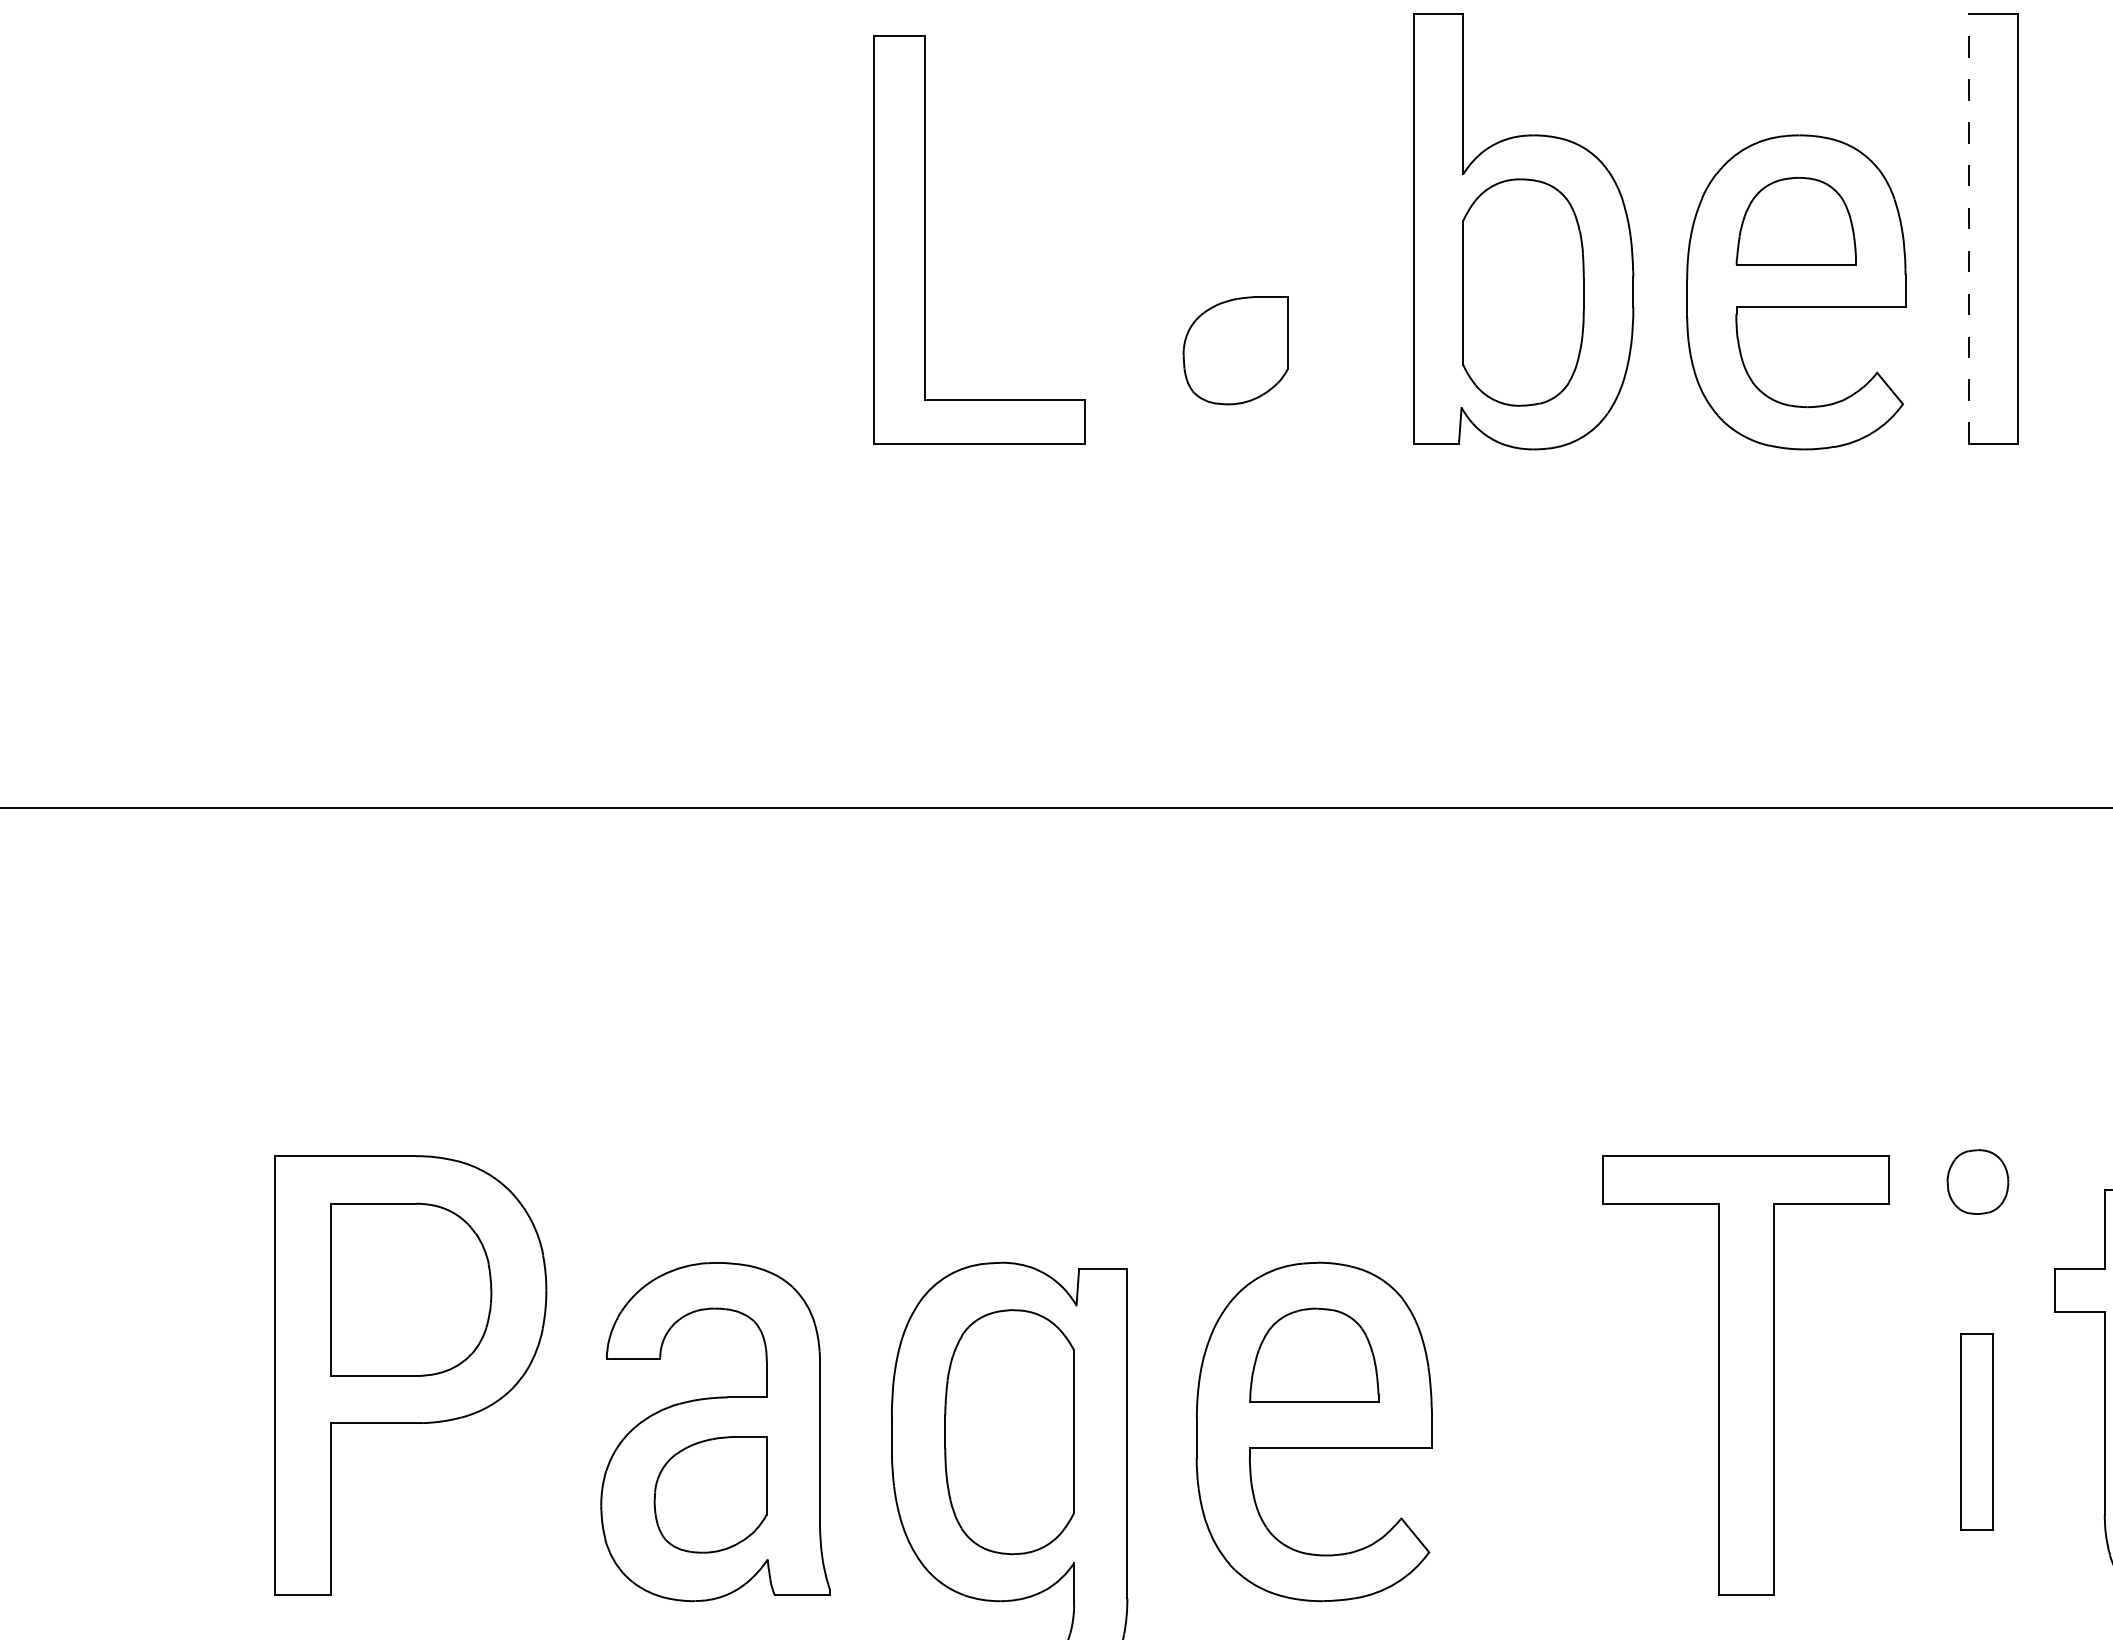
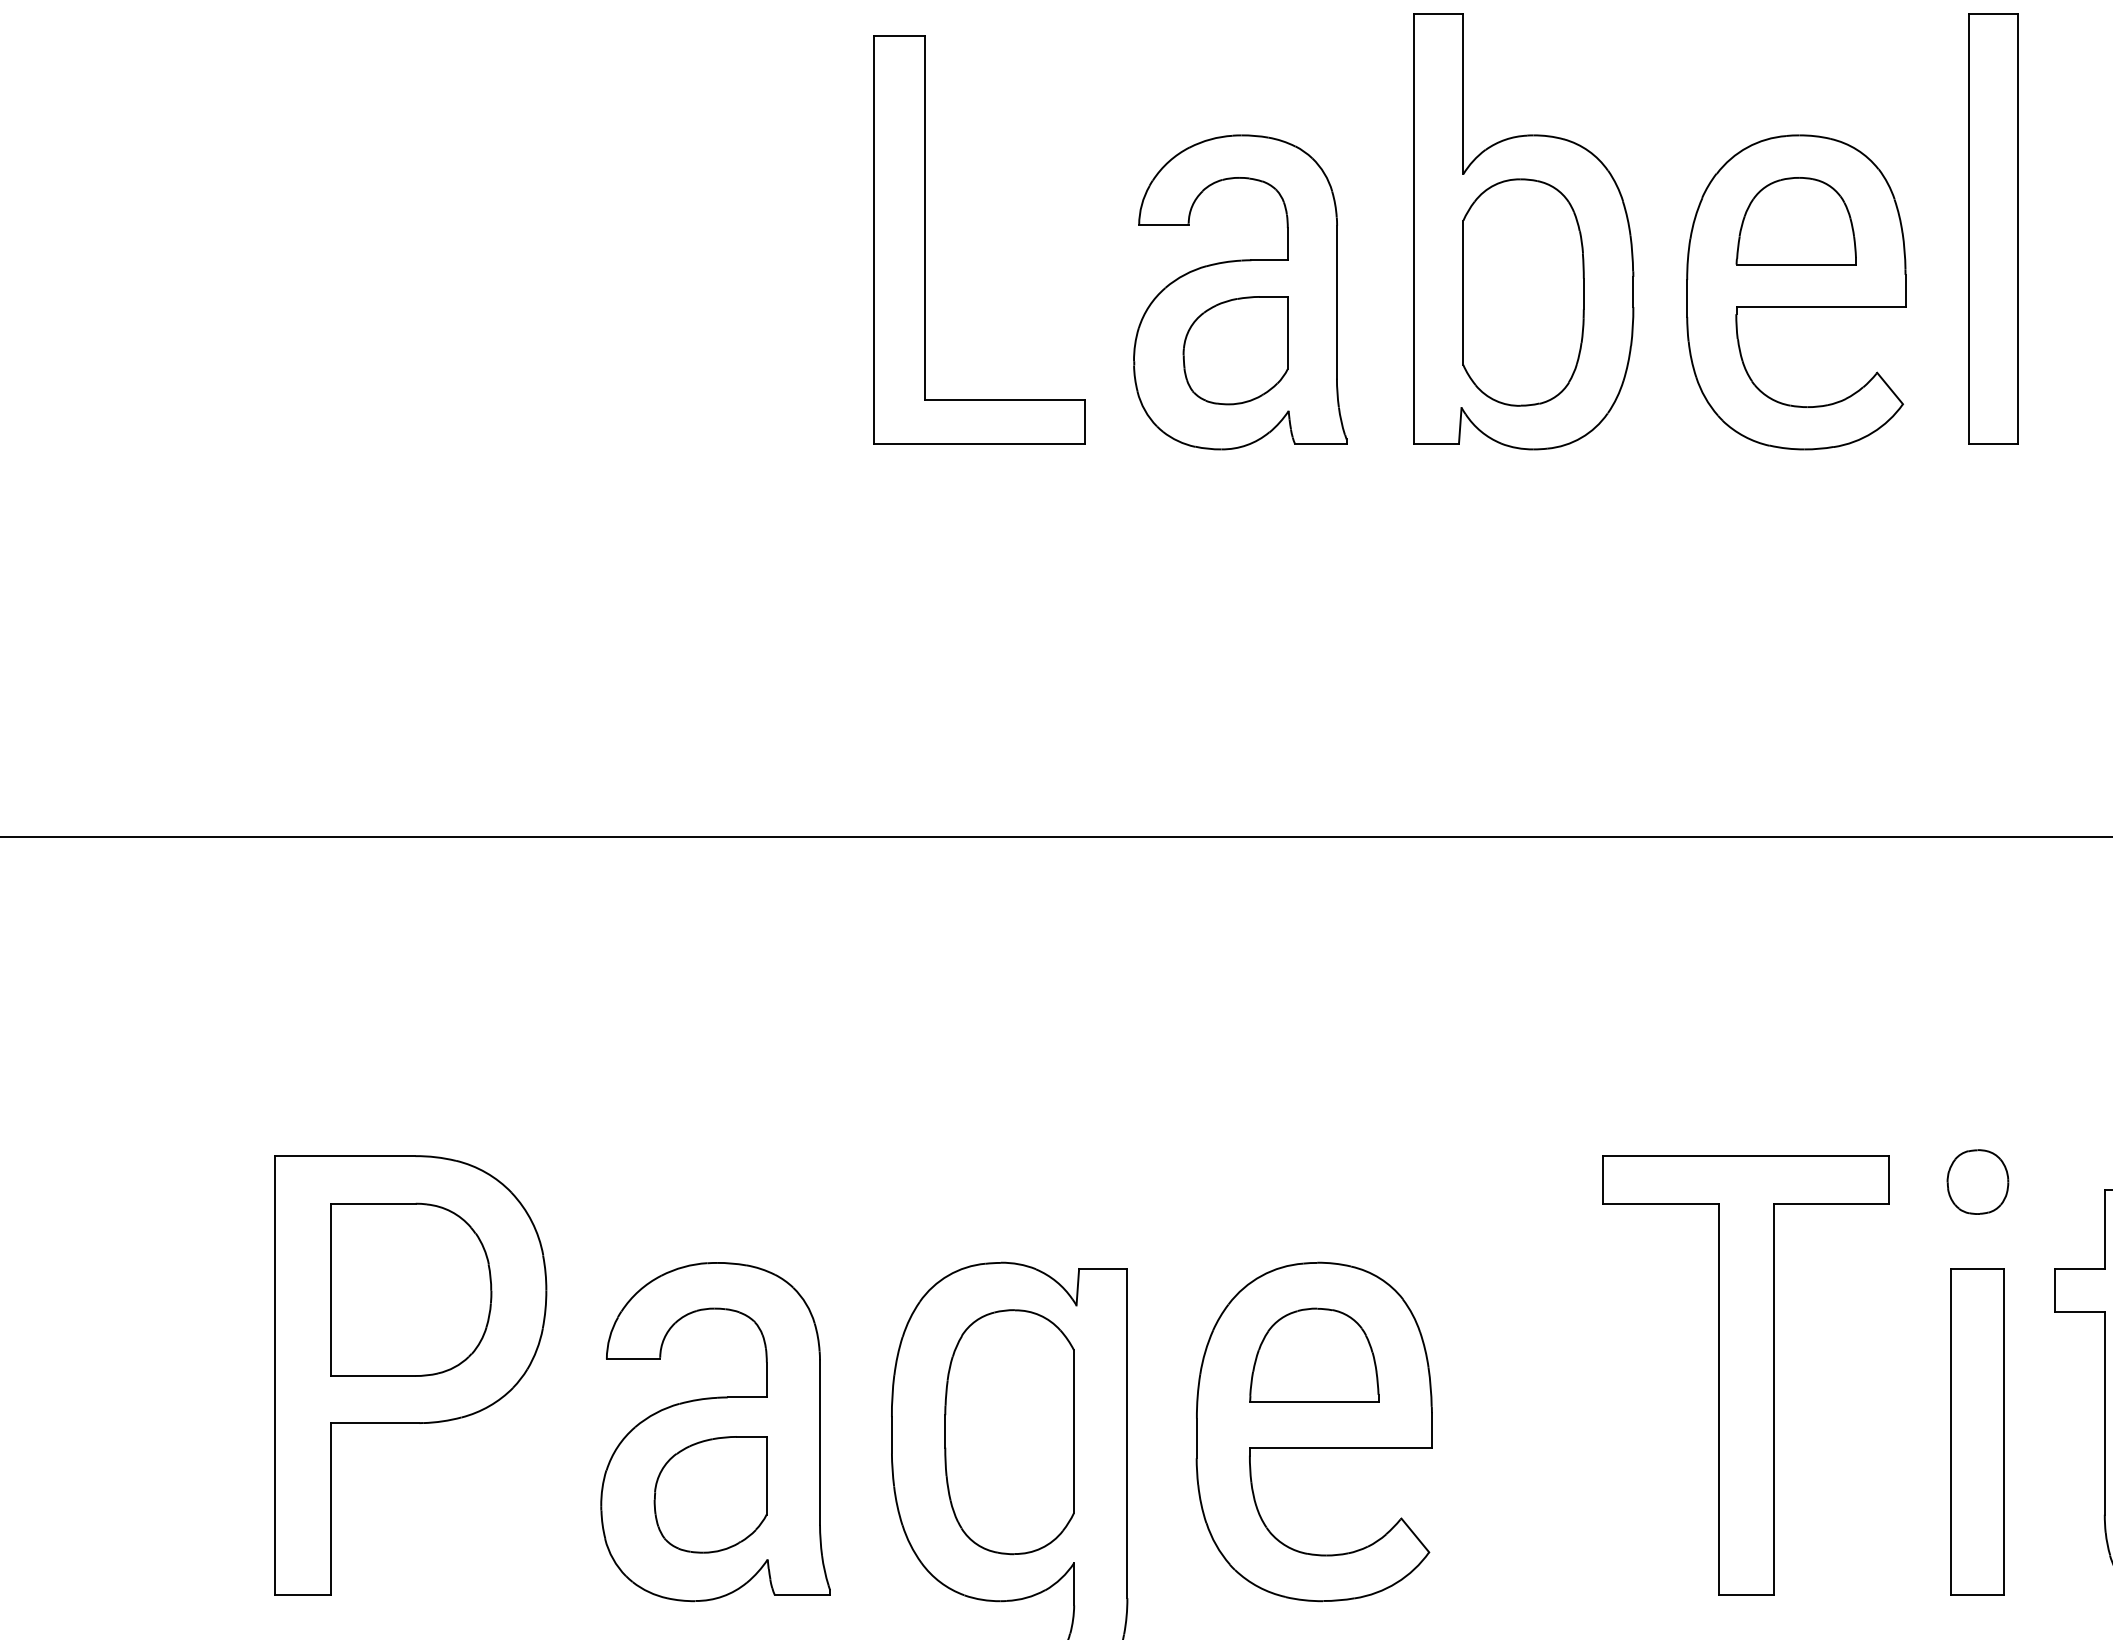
line at (1968, 228): dashed -> solid
part at (1240, 292): none -> present
line at (1055, 808) position: (1055, 808) -> (1055, 837)
part at (1976, 1431) size: 34x198 px -> 55x328 px
